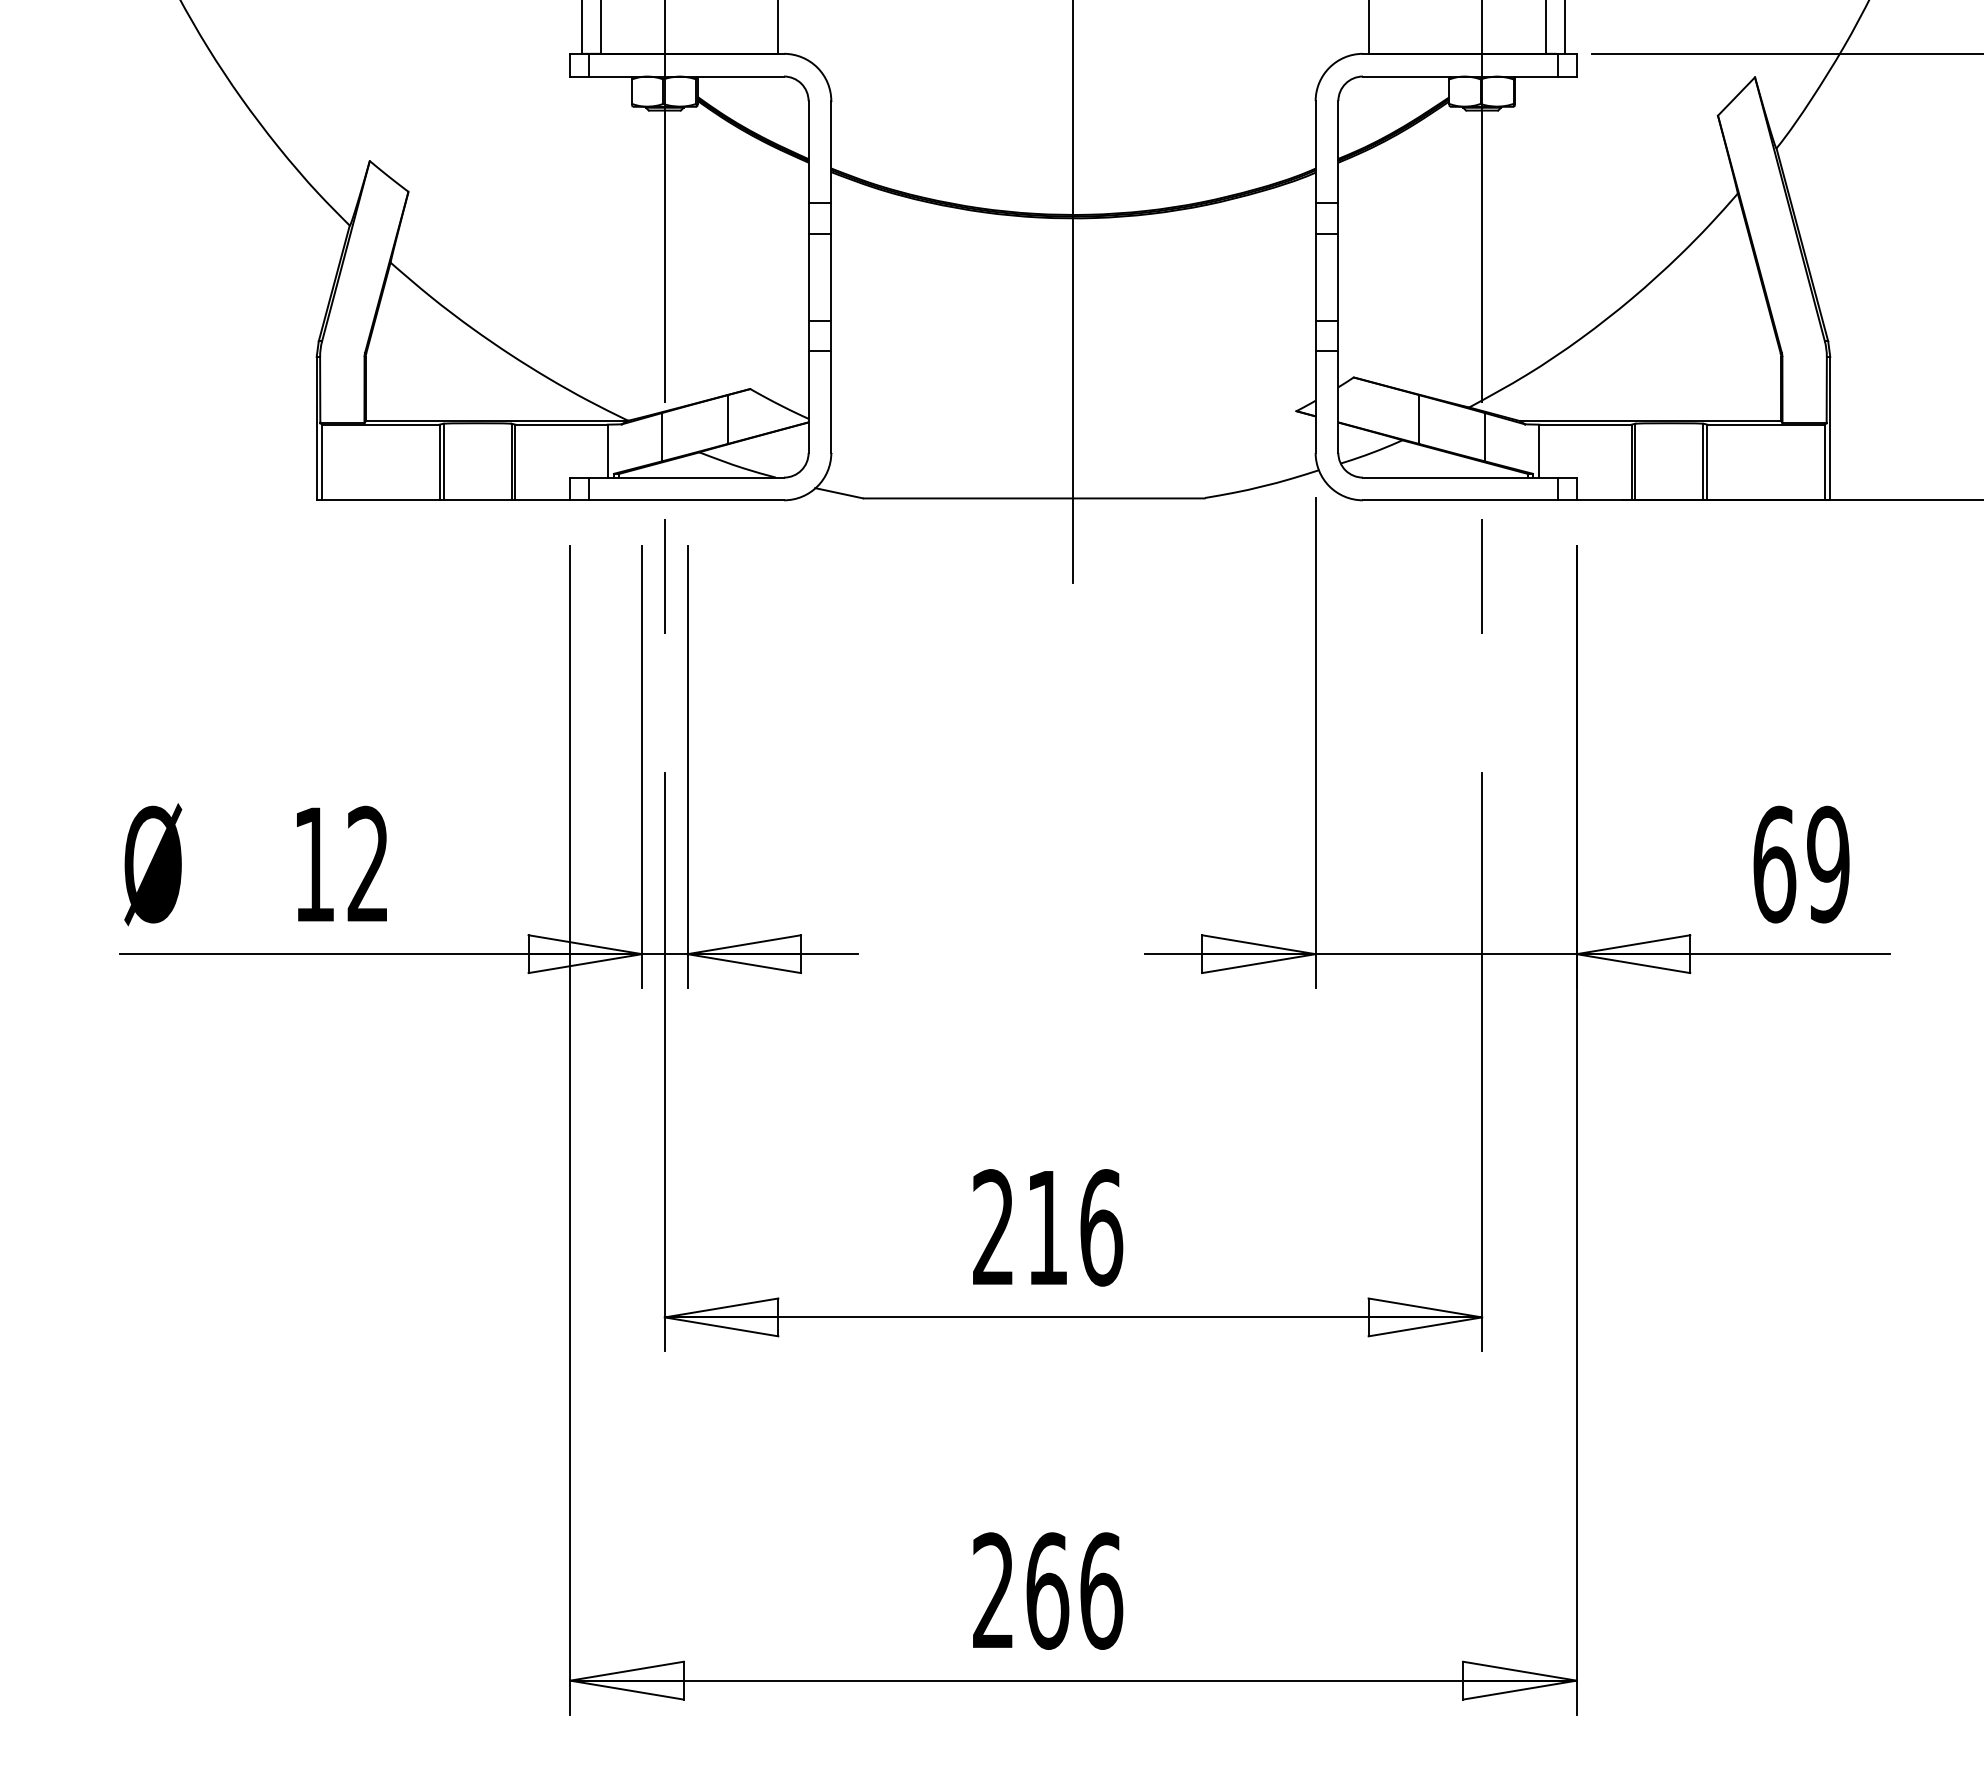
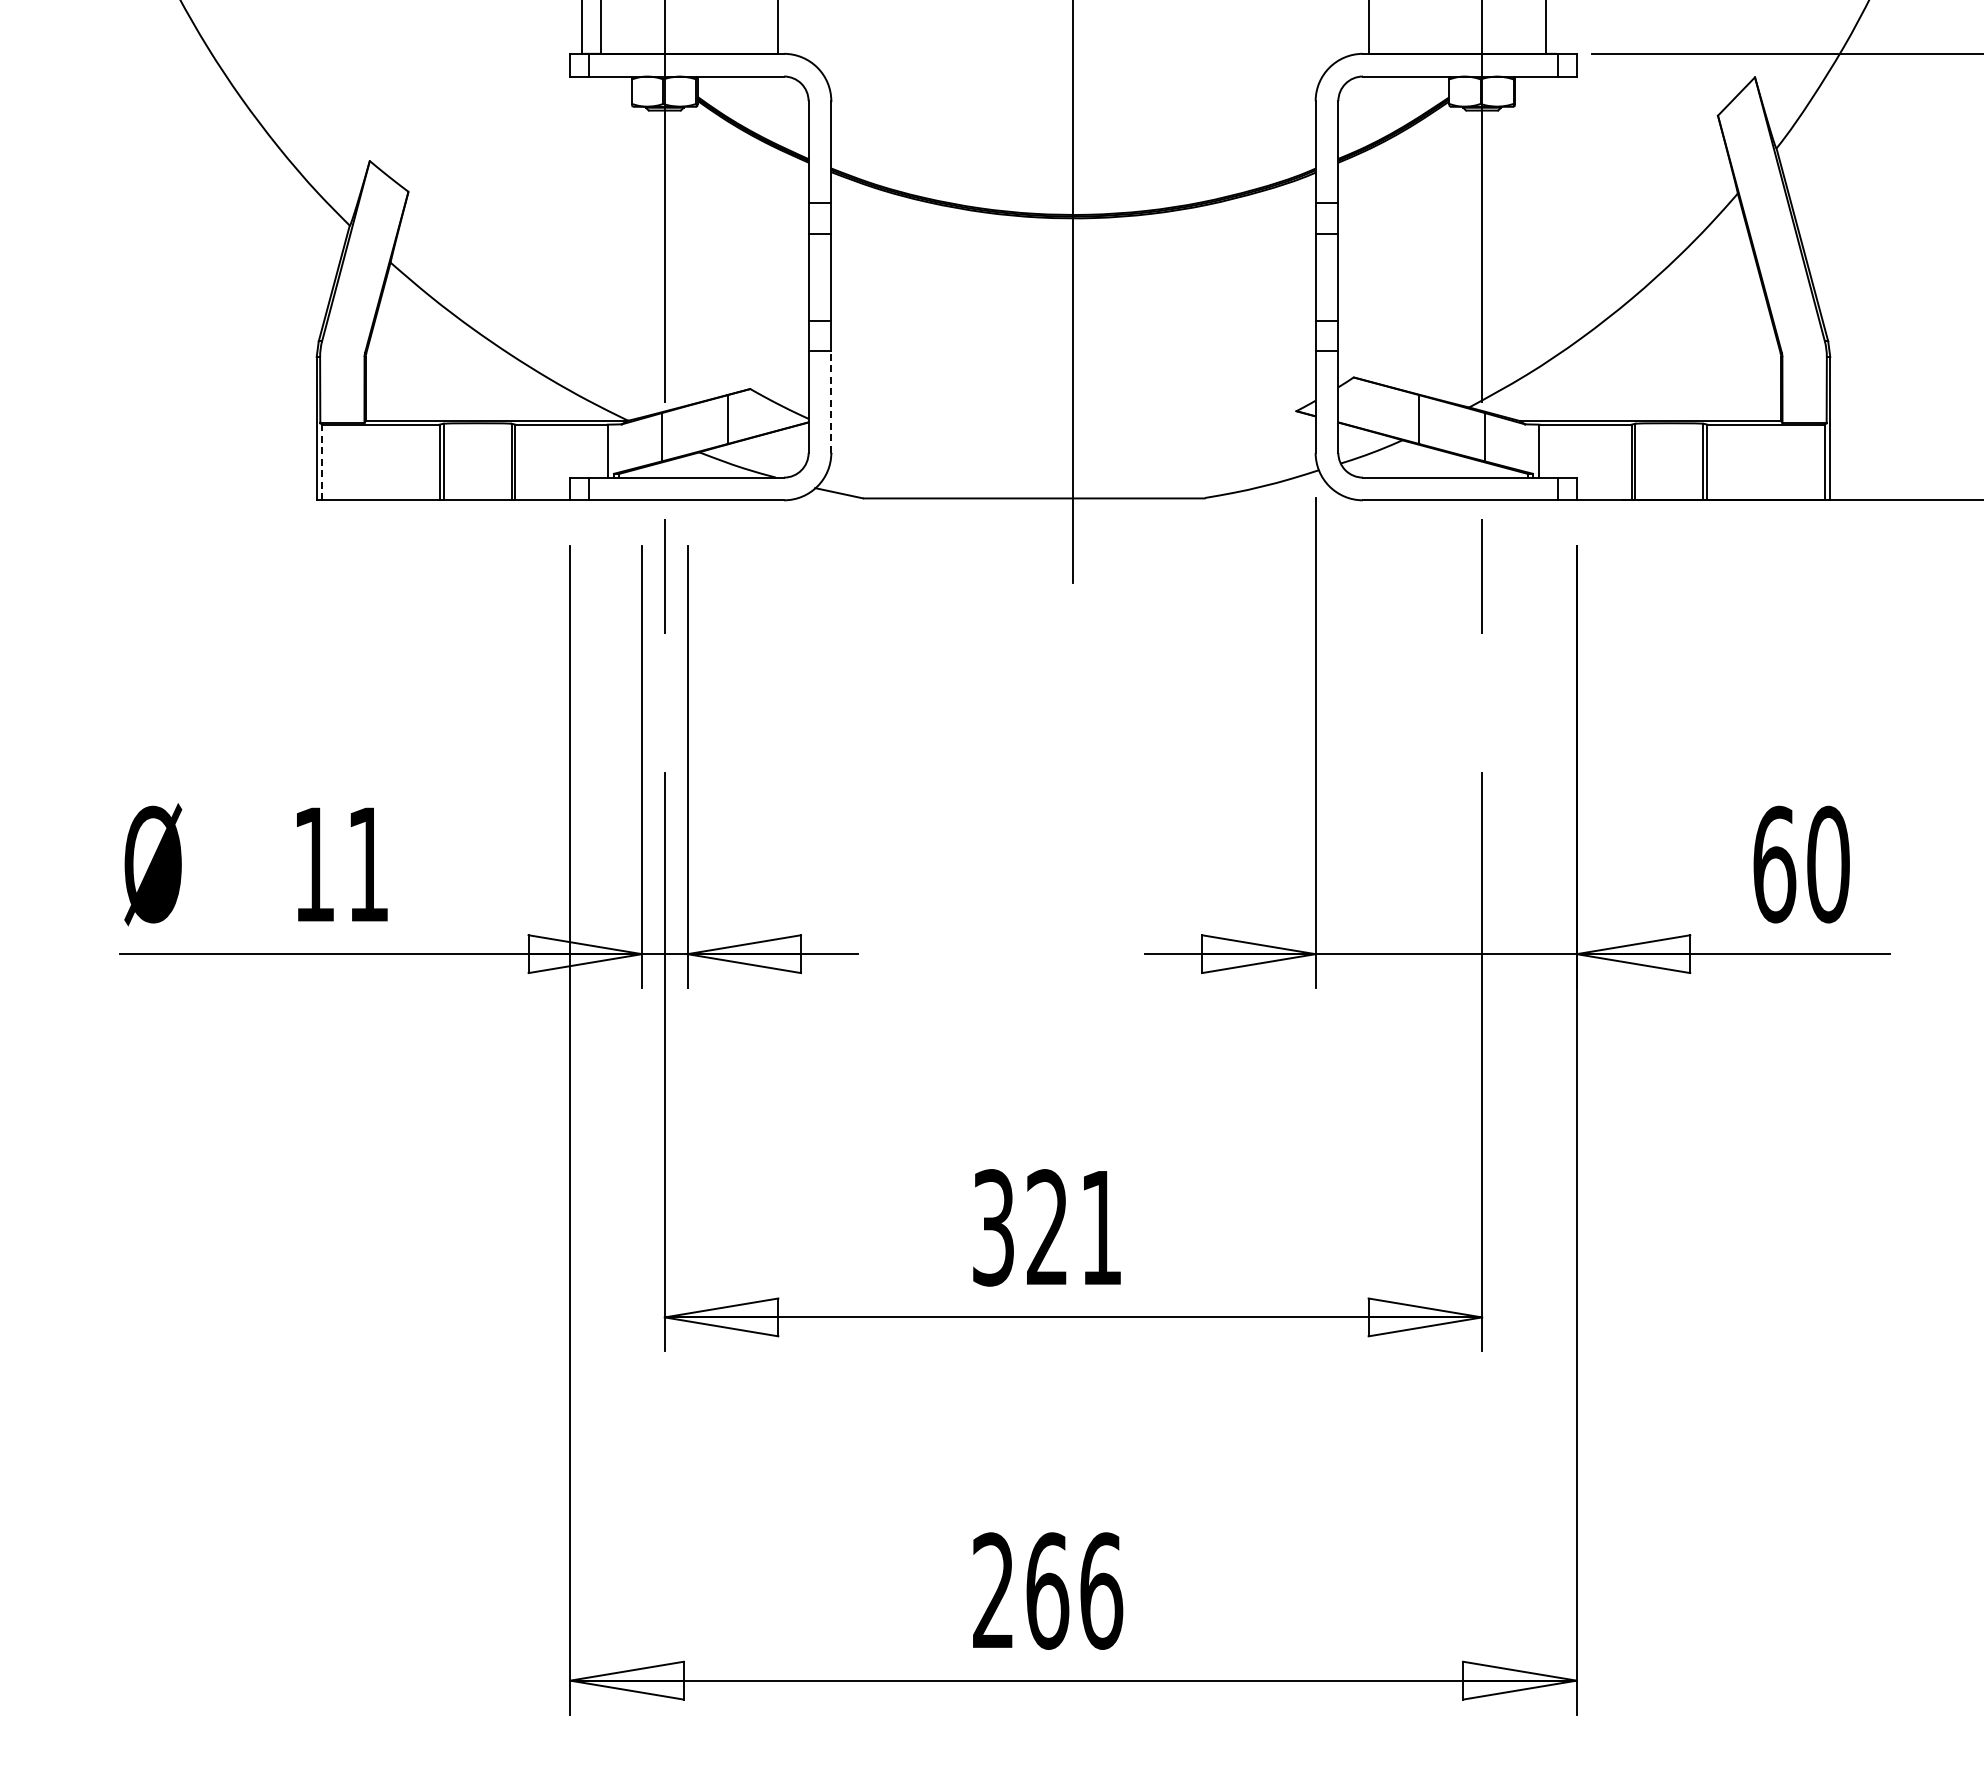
line at (1565, 27): present -> none
line at (831, 402): solid -> dashed
line at (322, 462): solid -> dashed
text at (367, 863): 12 -> 11
text at (1828, 864): 69 -> 60
text at (1048, 1227): 216 -> 321
